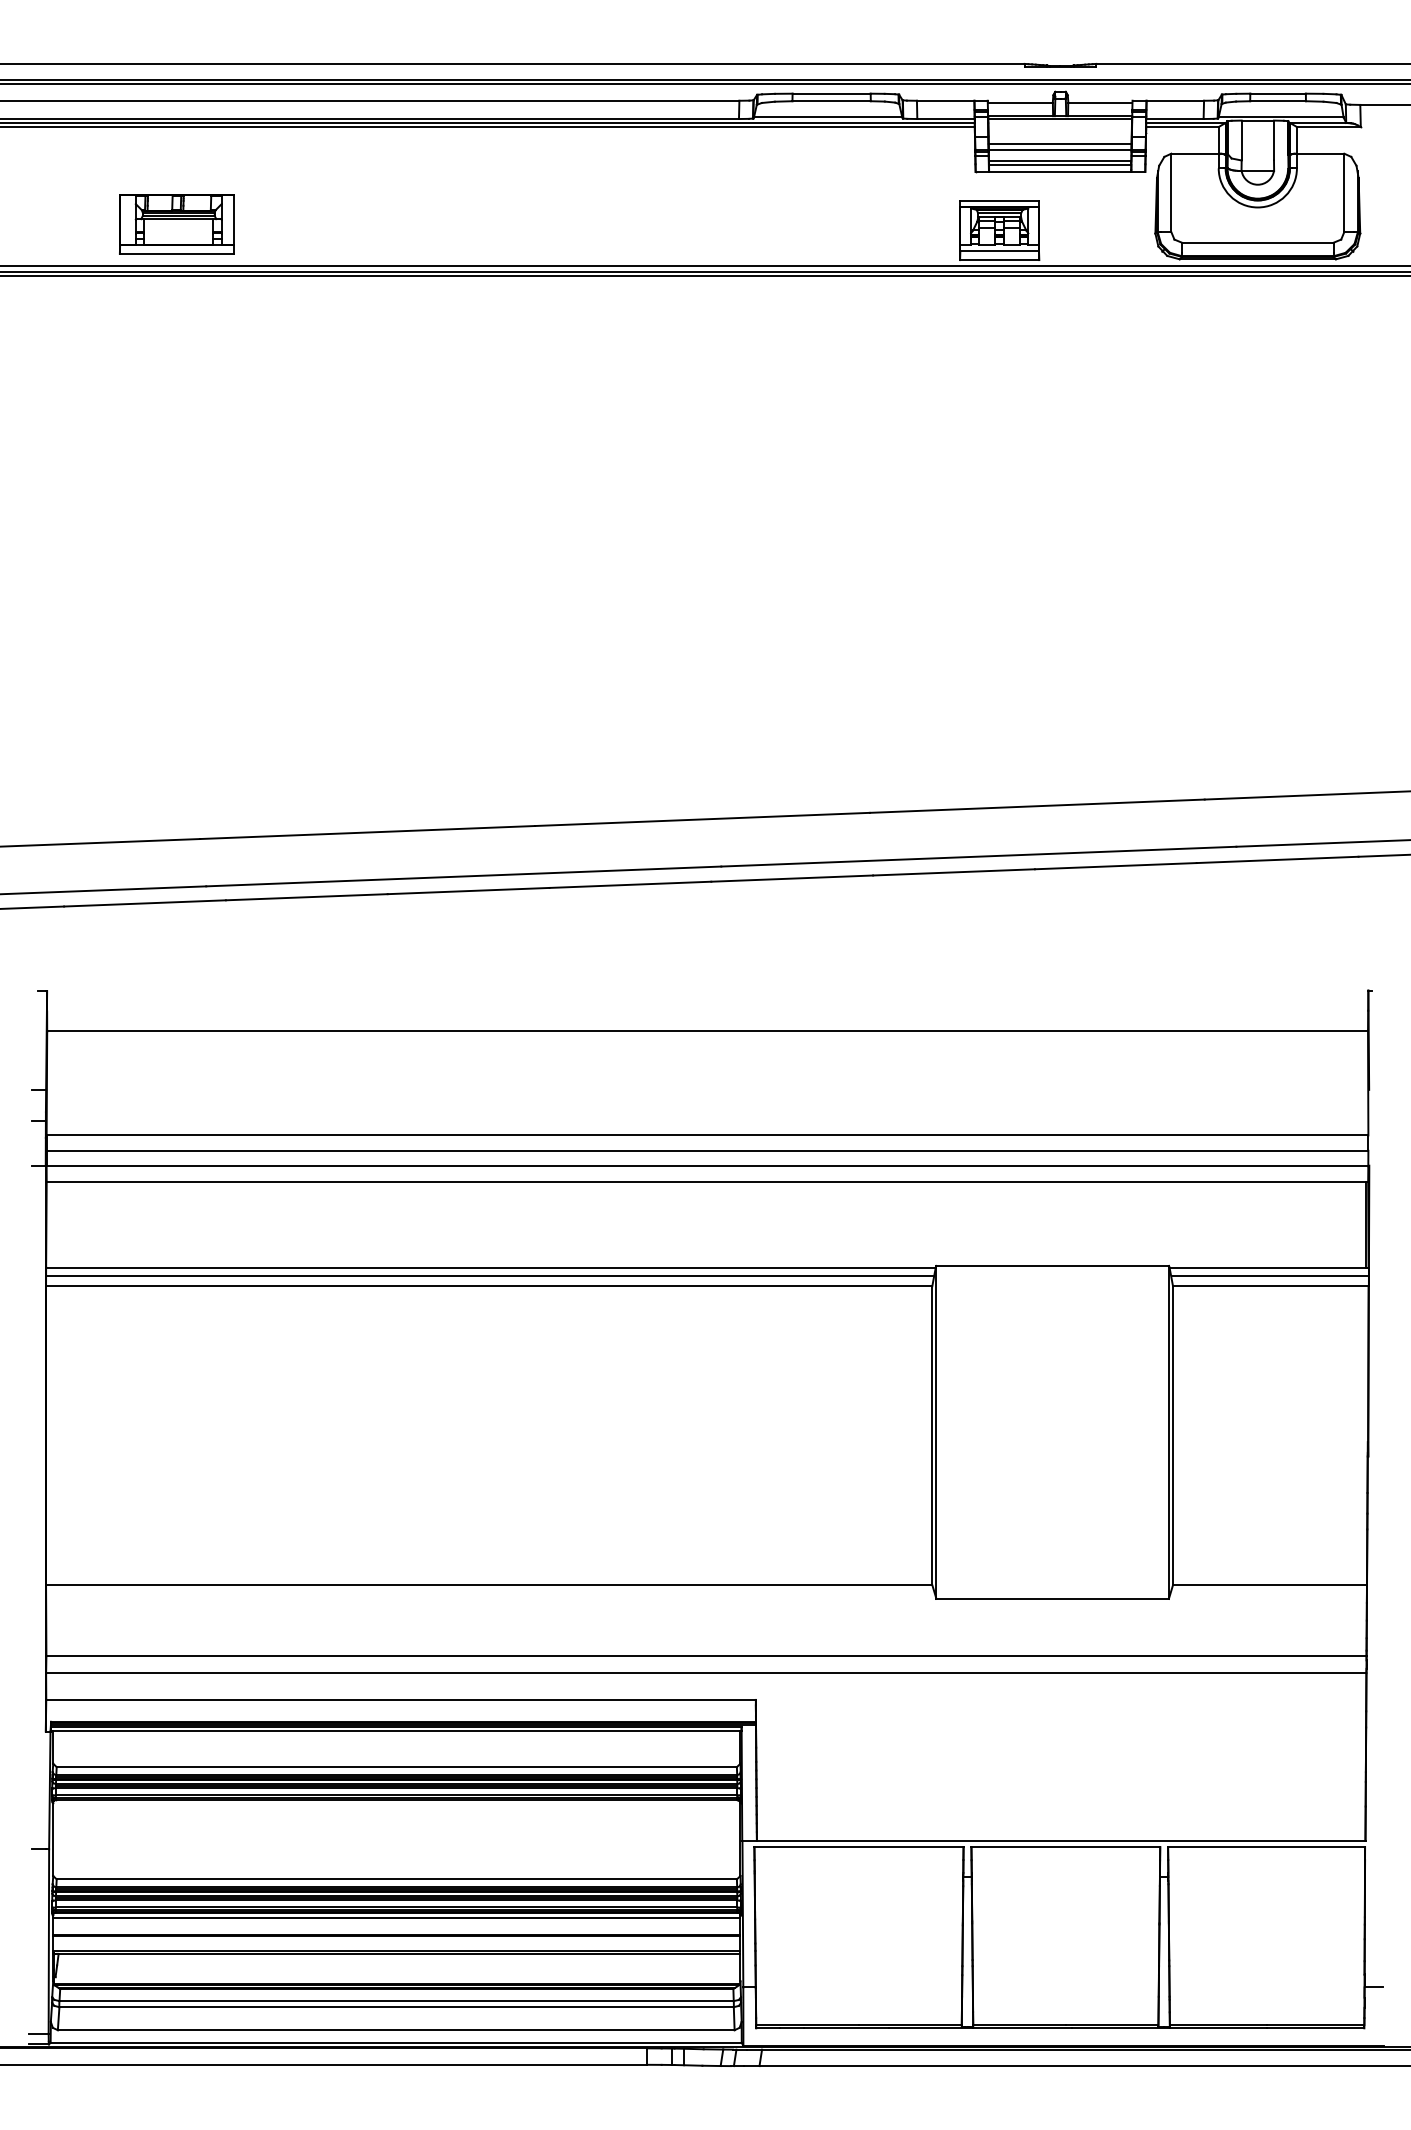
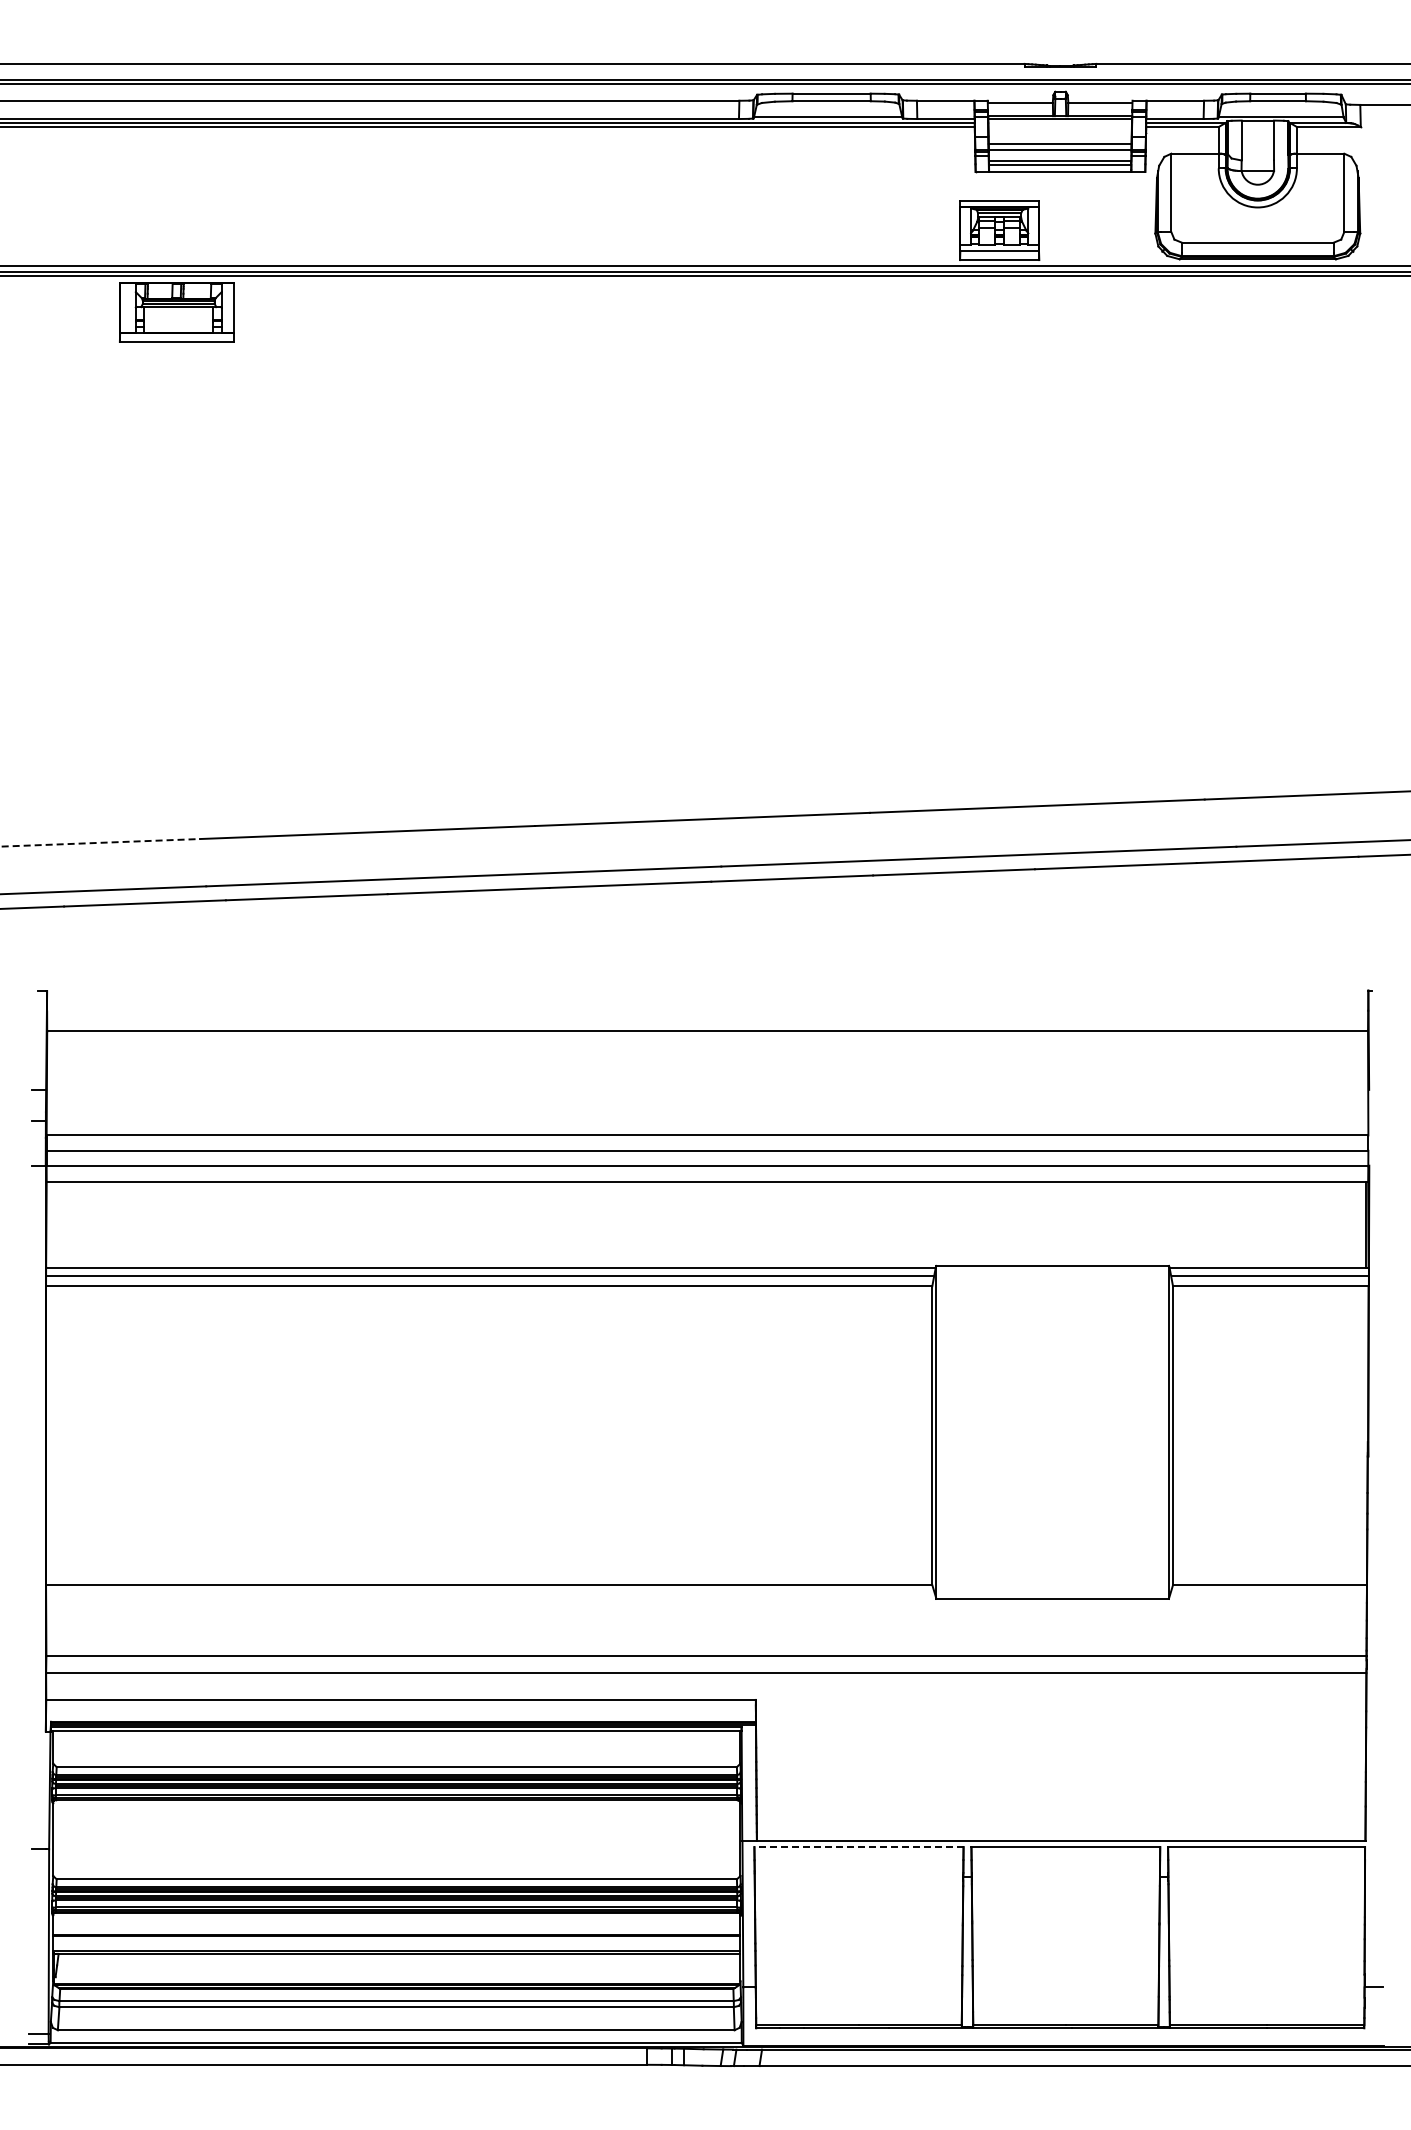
part at (176, 224) position: (176, 224) -> (176, 312)
line at (100, 842): solid -> dashed
line at (858, 1847): solid -> dashed
line at (396, 1917): present -> none
